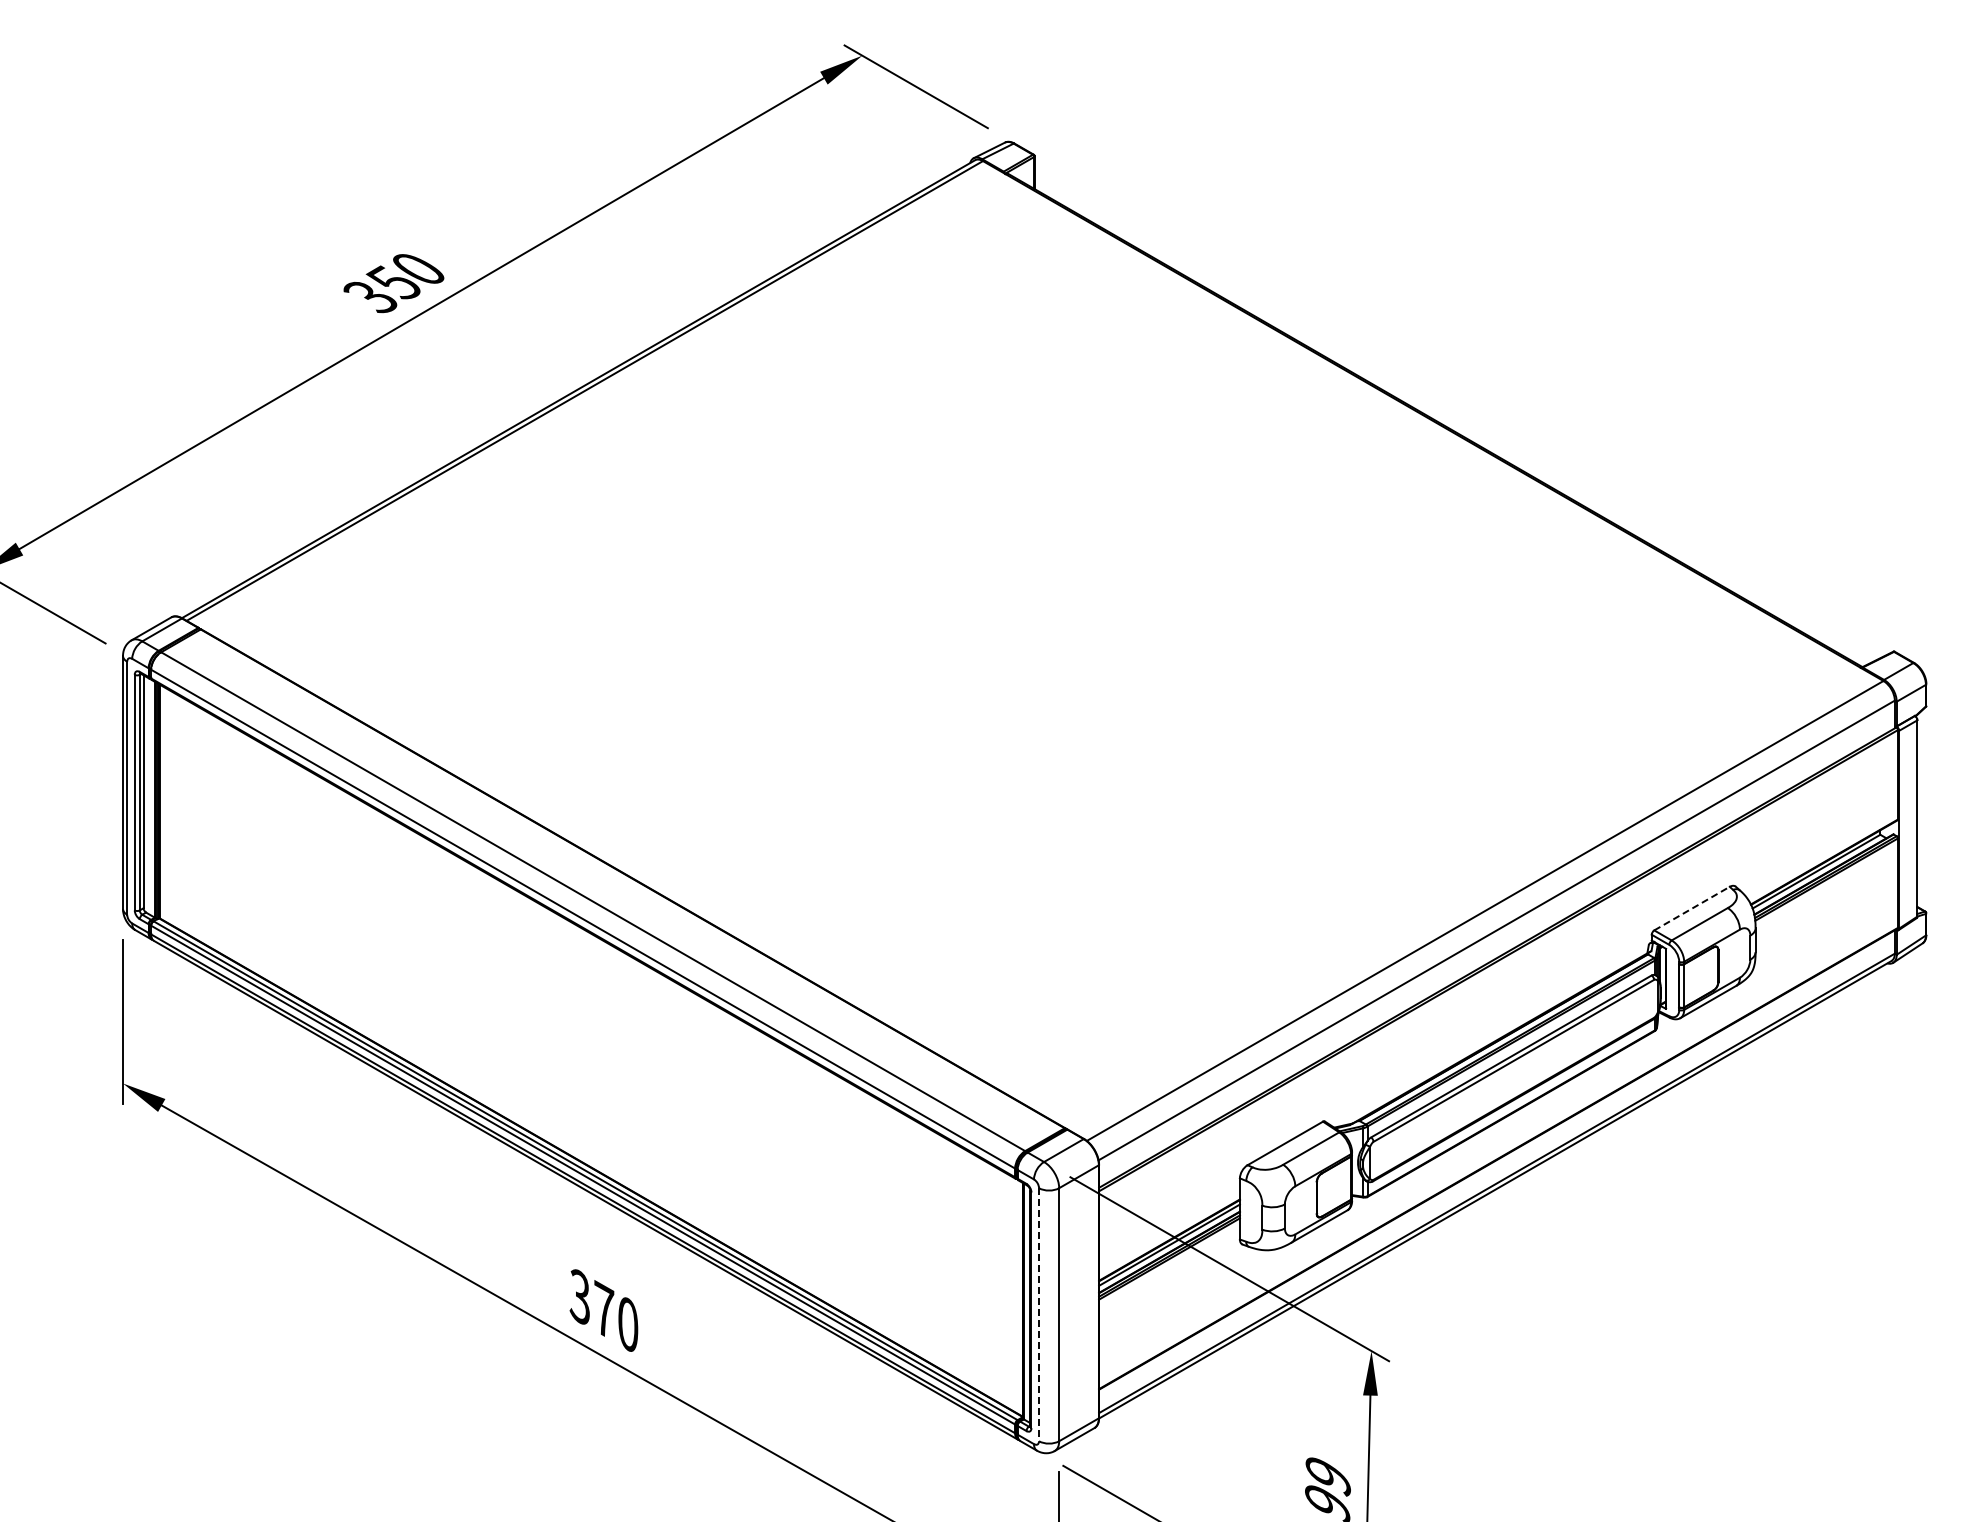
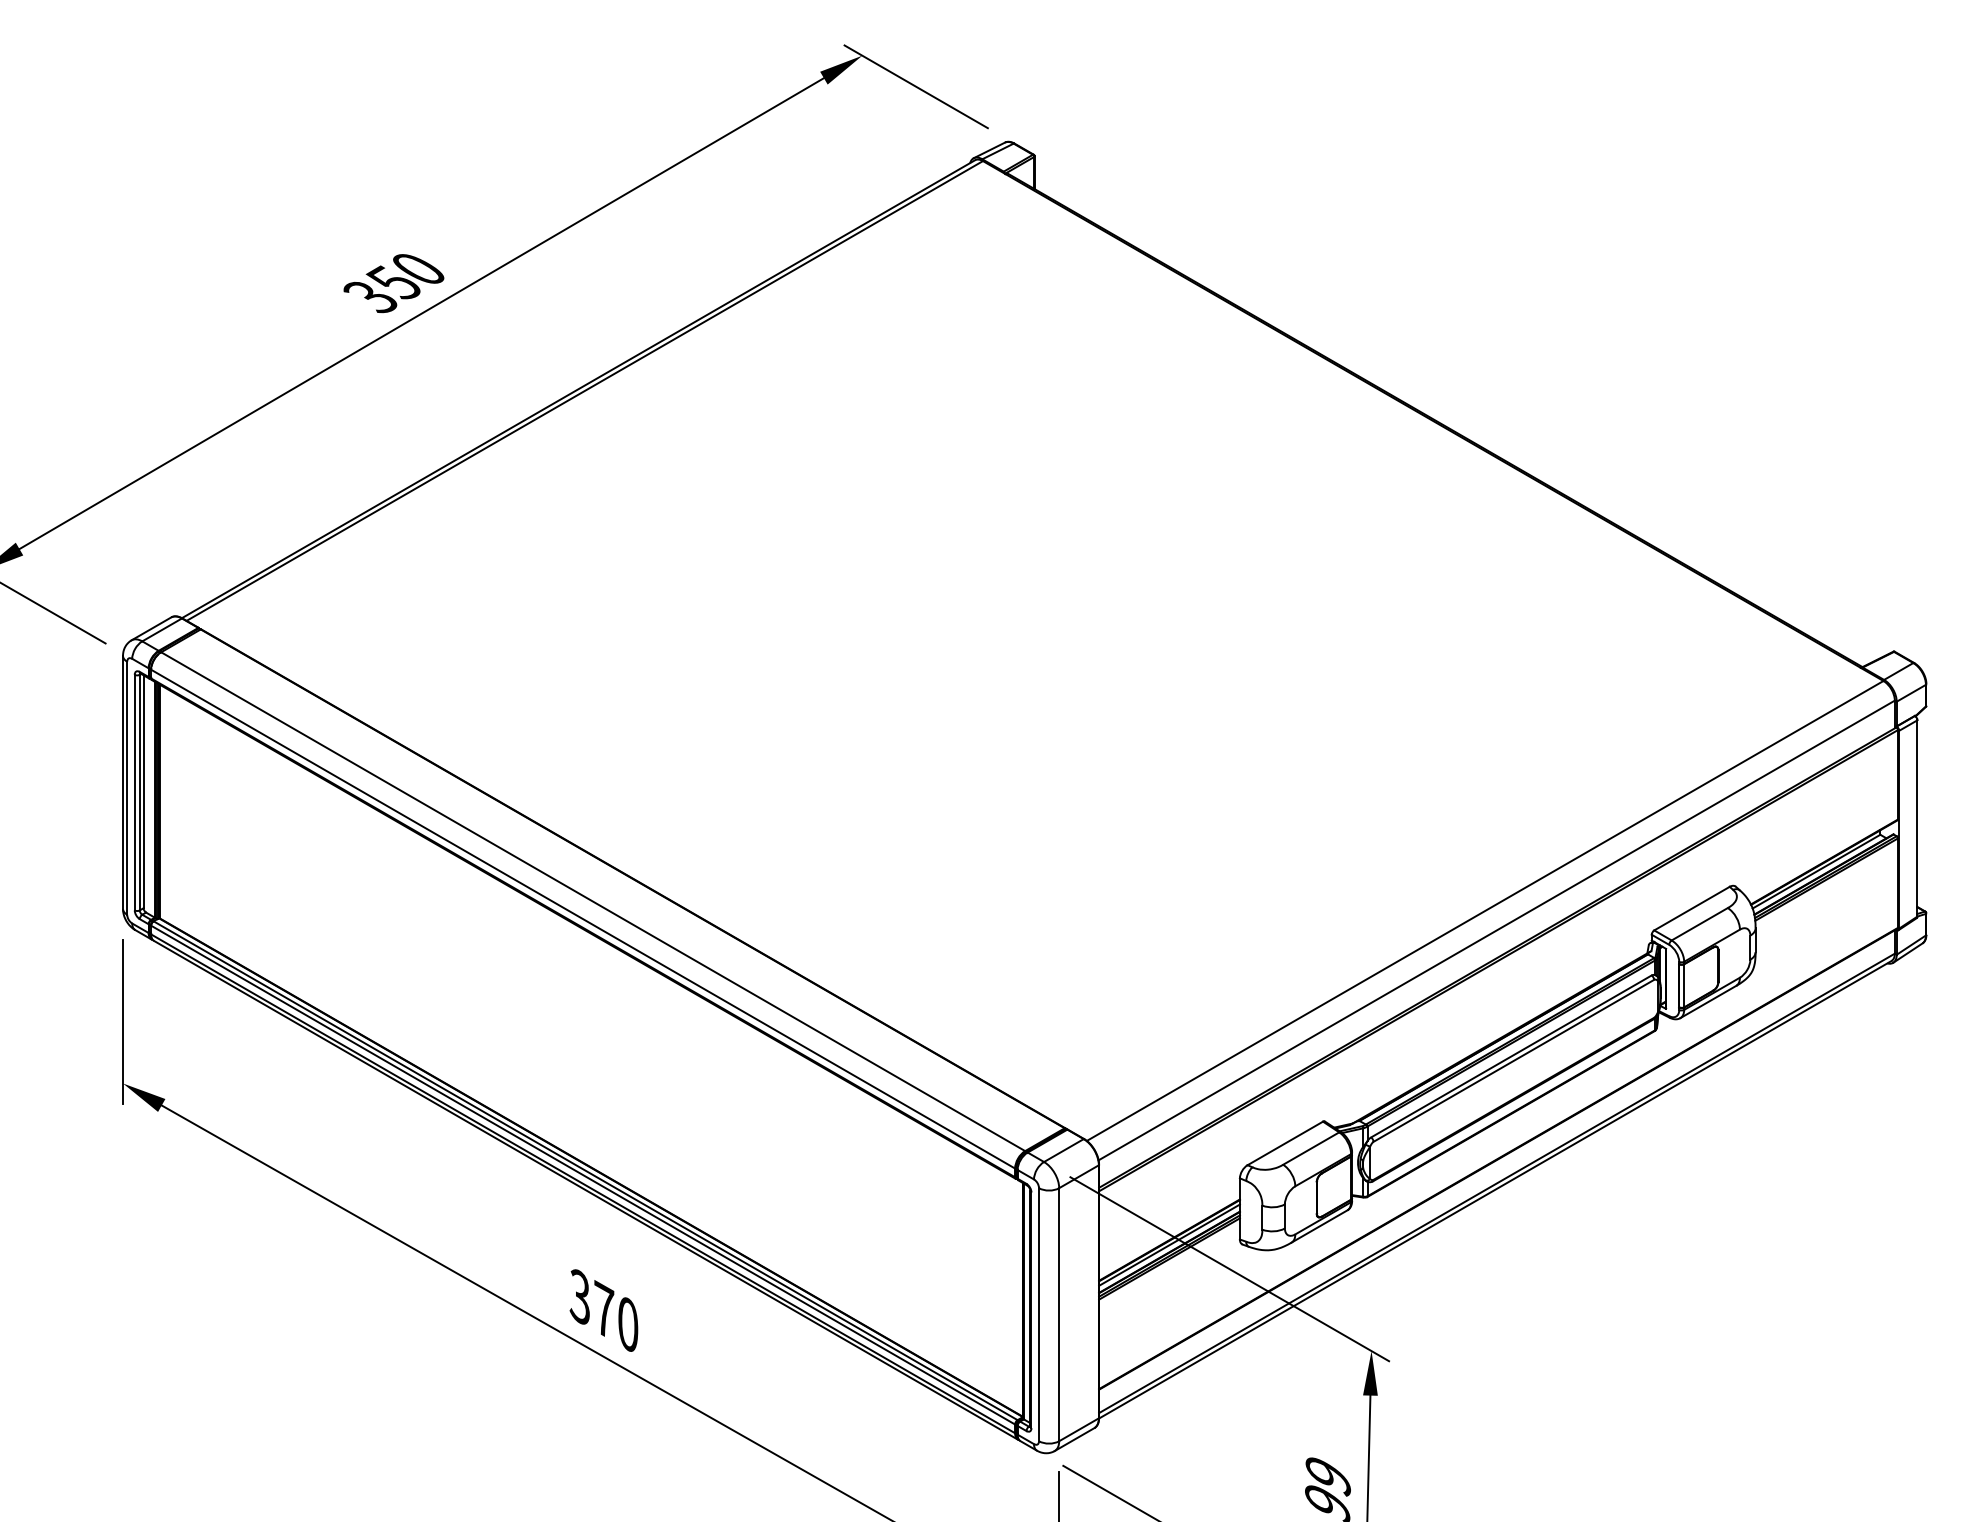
line at (1692, 908): dashed -> solid
line at (1039, 1314): dashed -> solid
